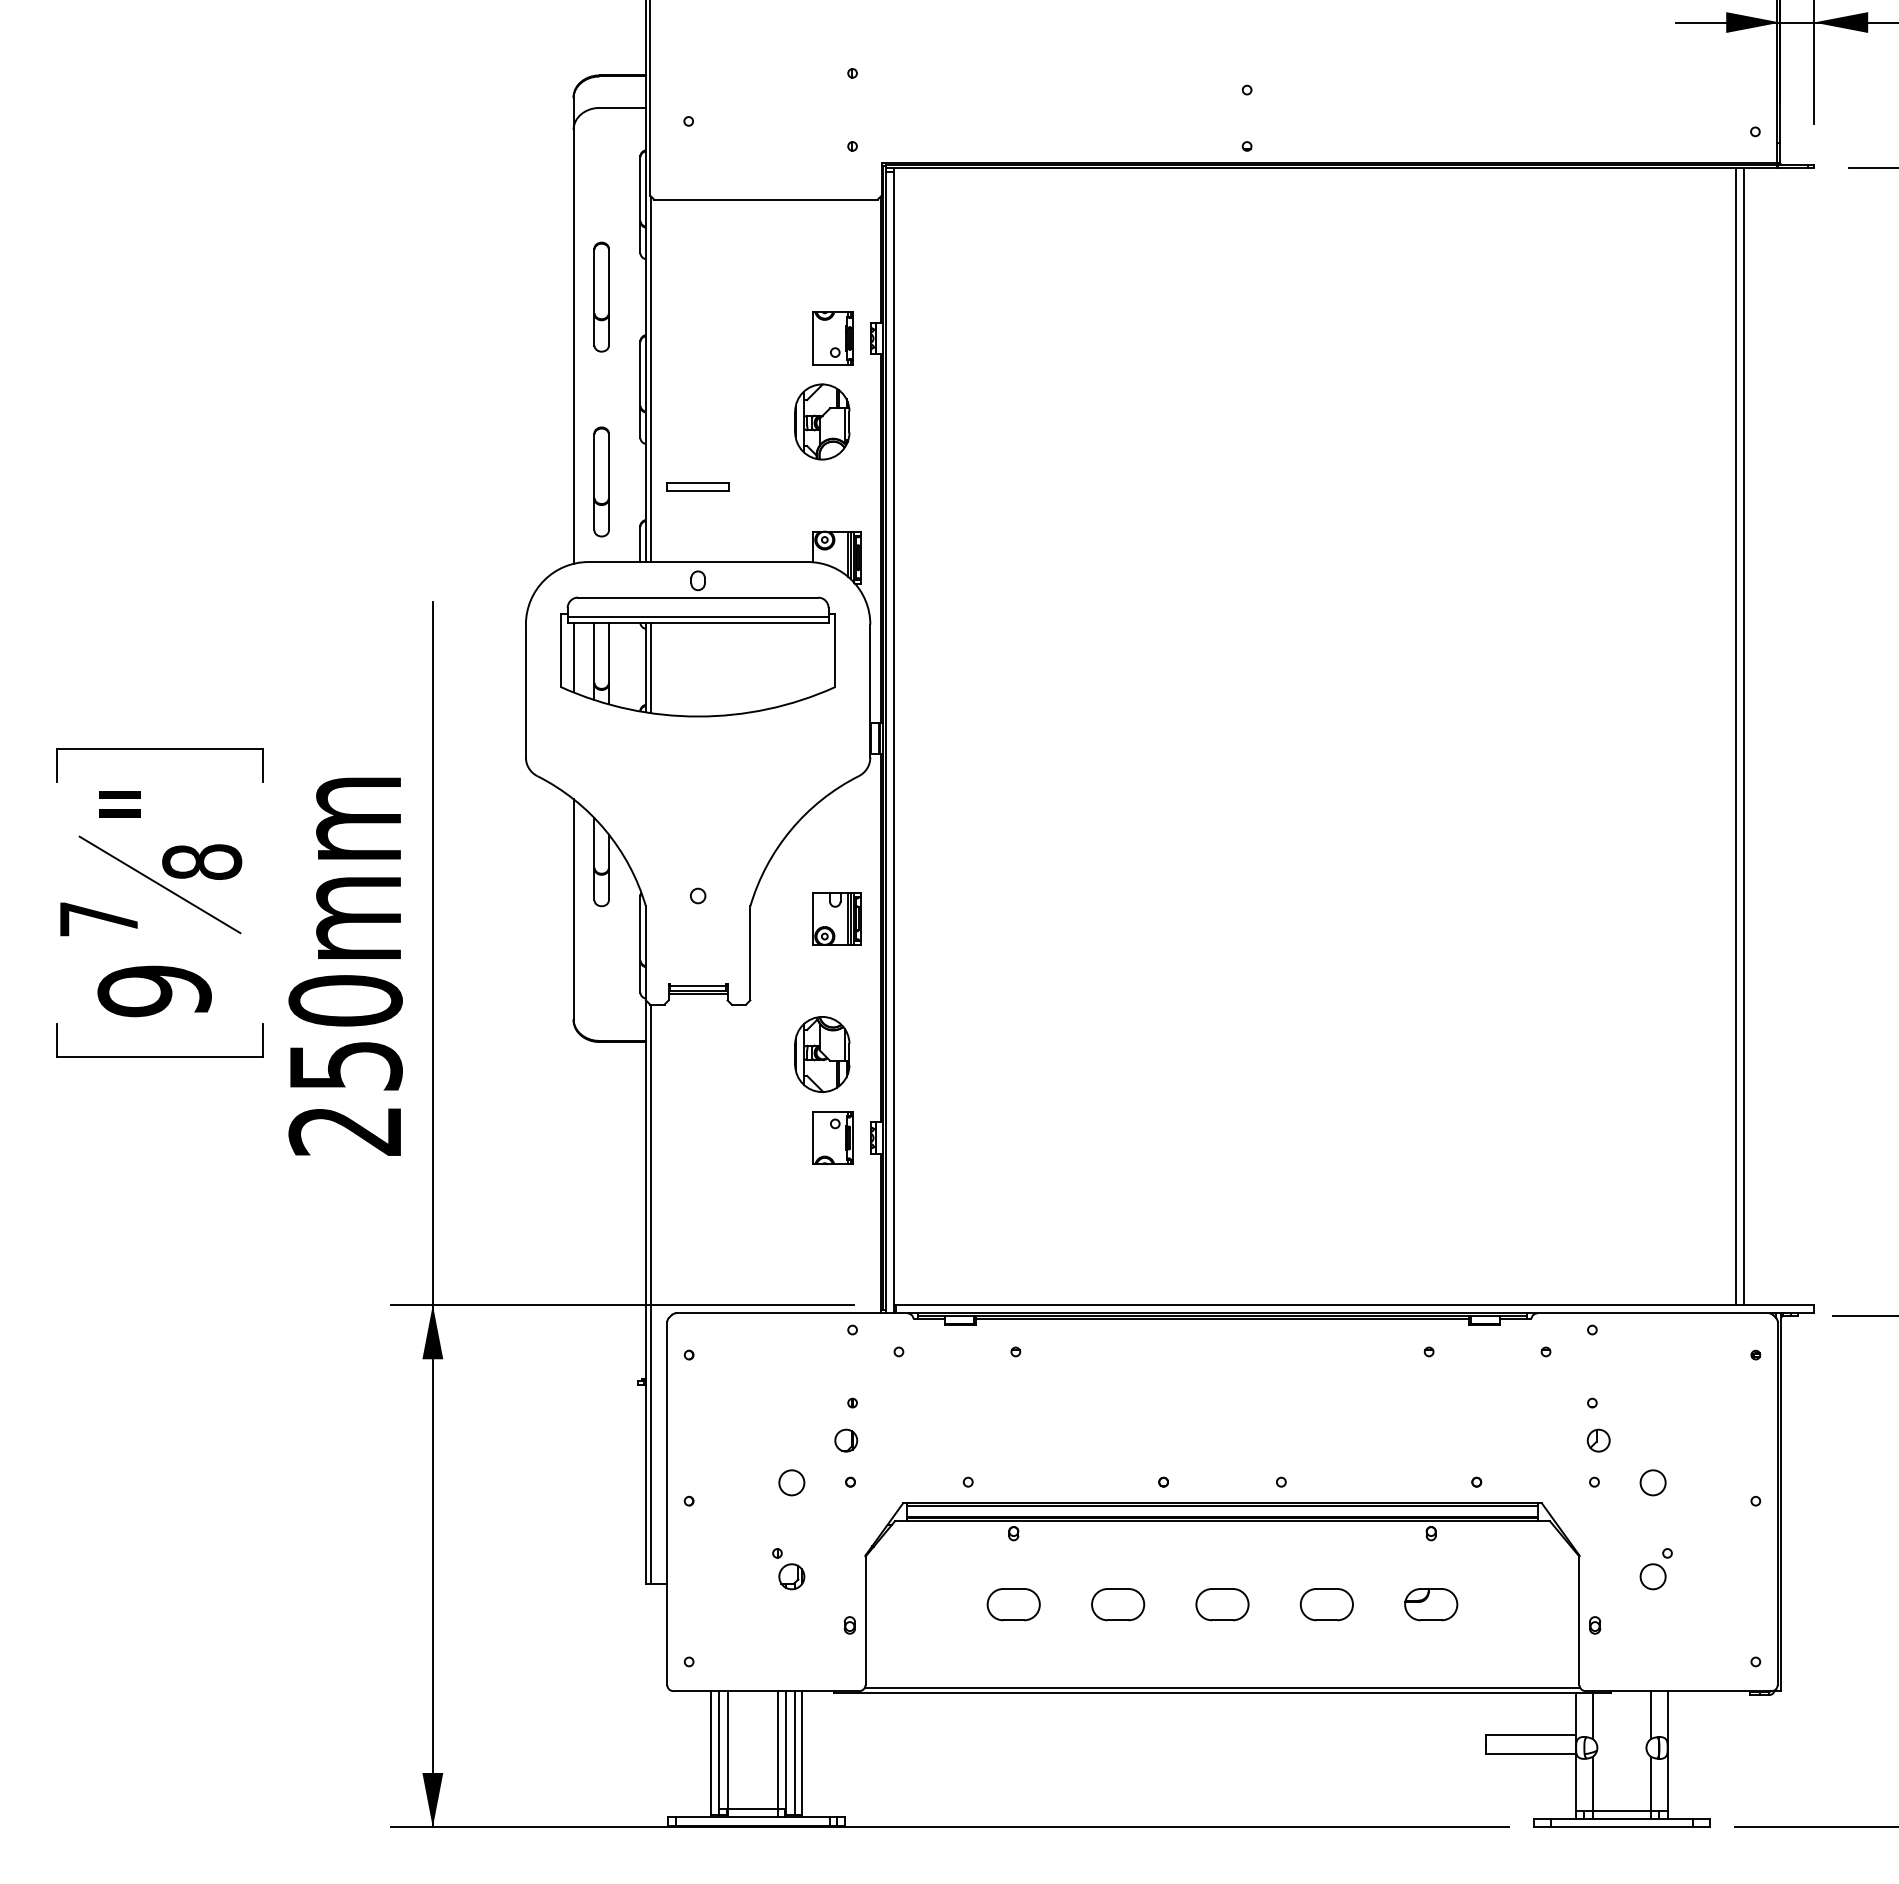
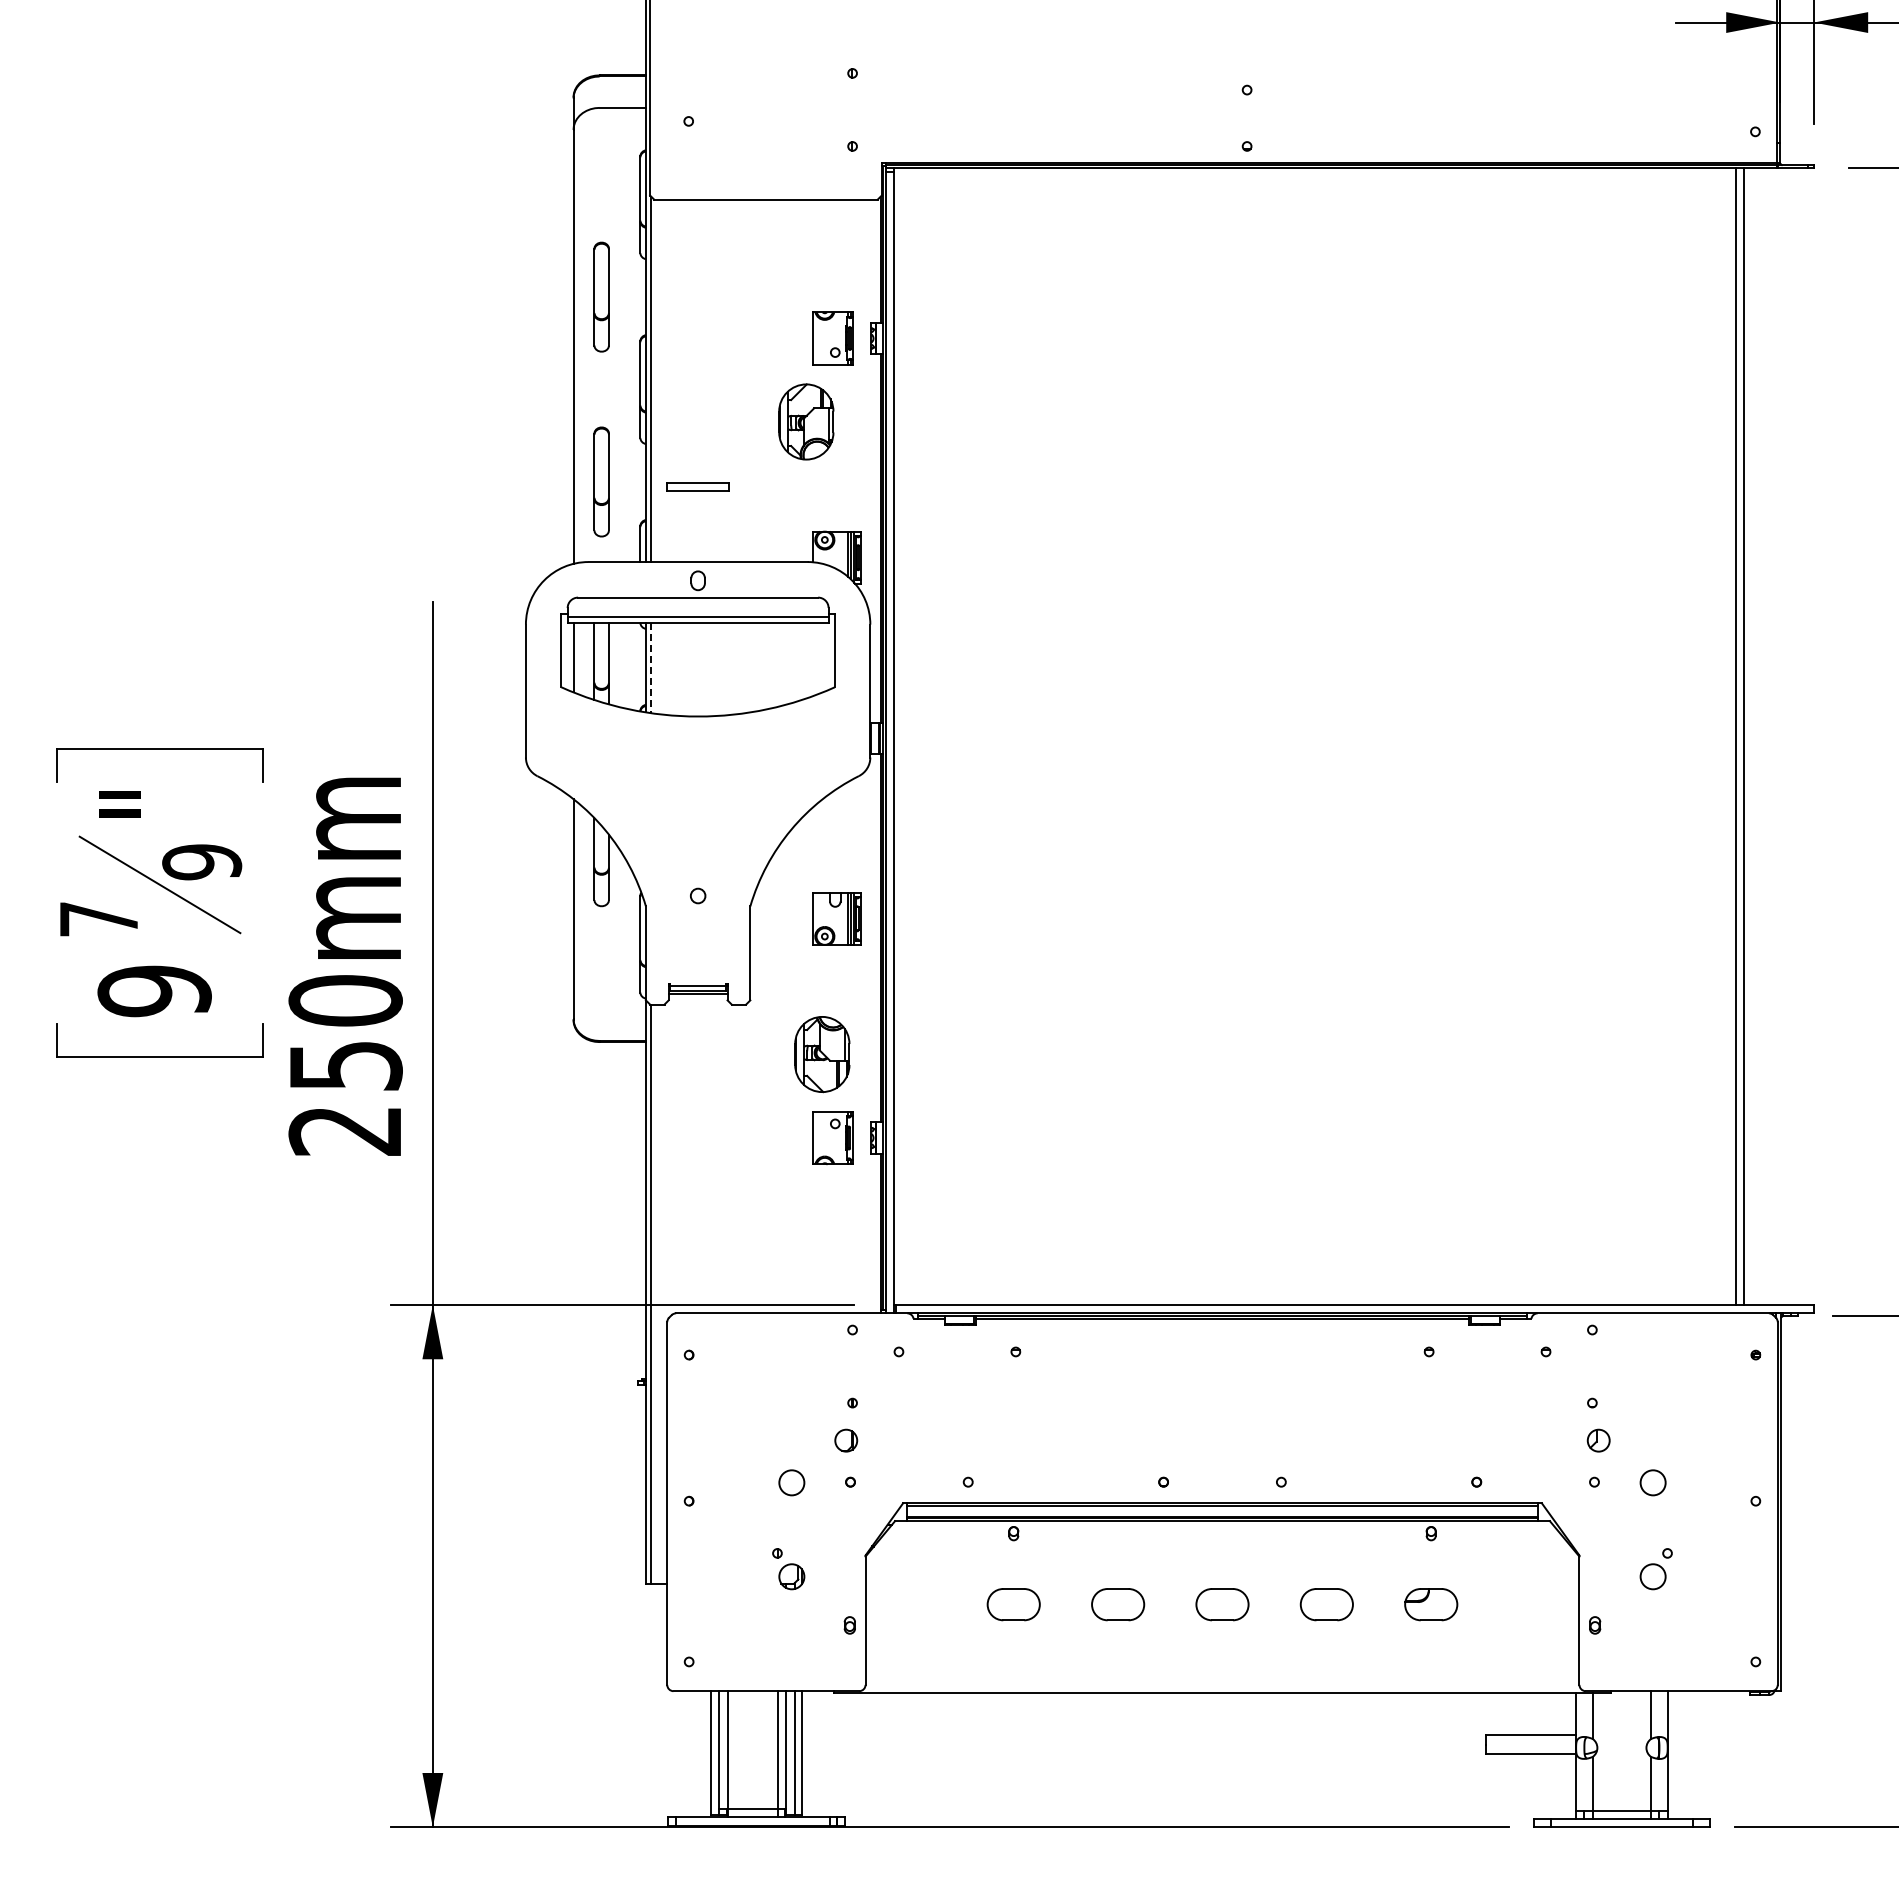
part at (822, 421) position: (822, 421) -> (806, 421)
line at (651, 668): solid -> dashed
text at (202, 862): 8 -> 9
line at (1222, 1688): present -> none
